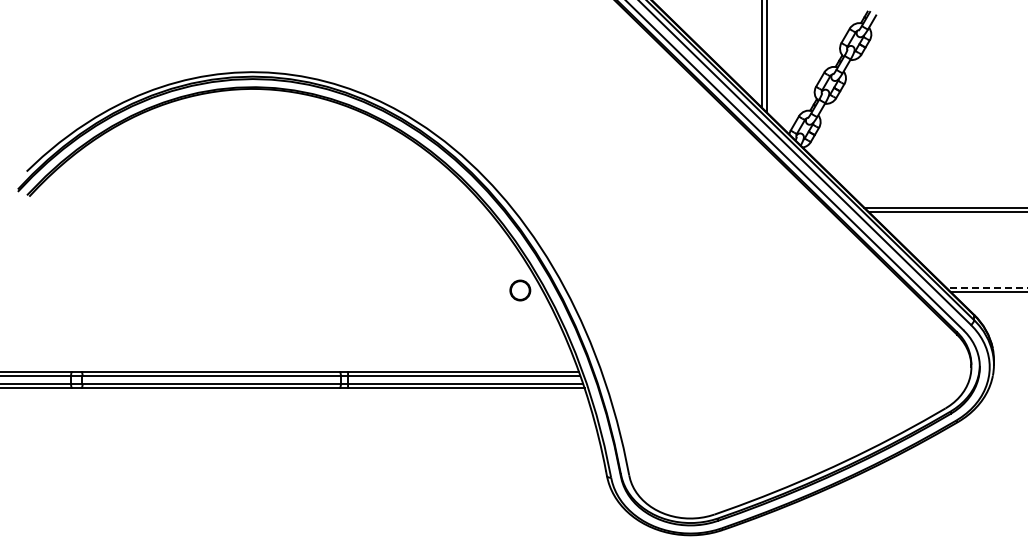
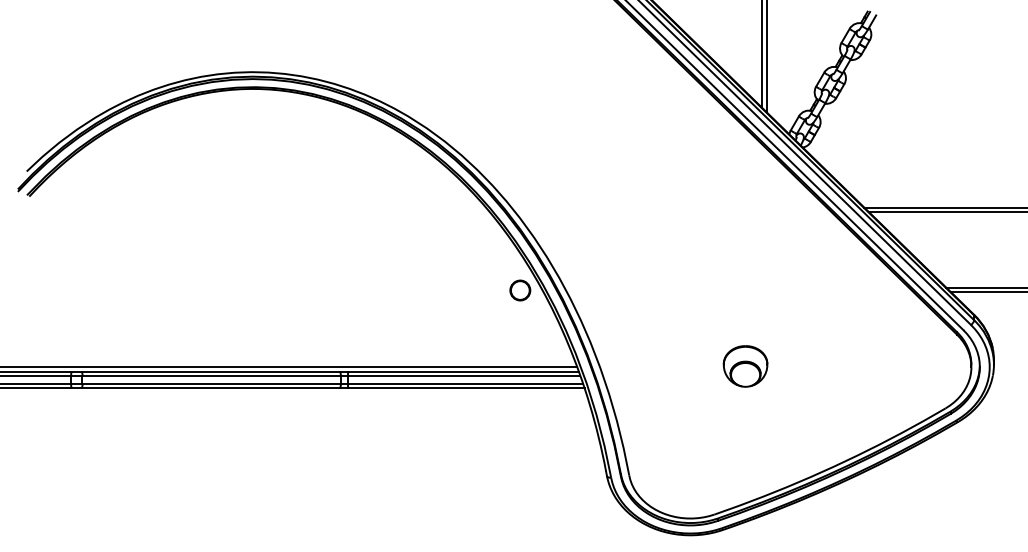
line at (986, 287): dashed -> solid
part at (745, 366): none -> present
line at (289, 367): none -> present
